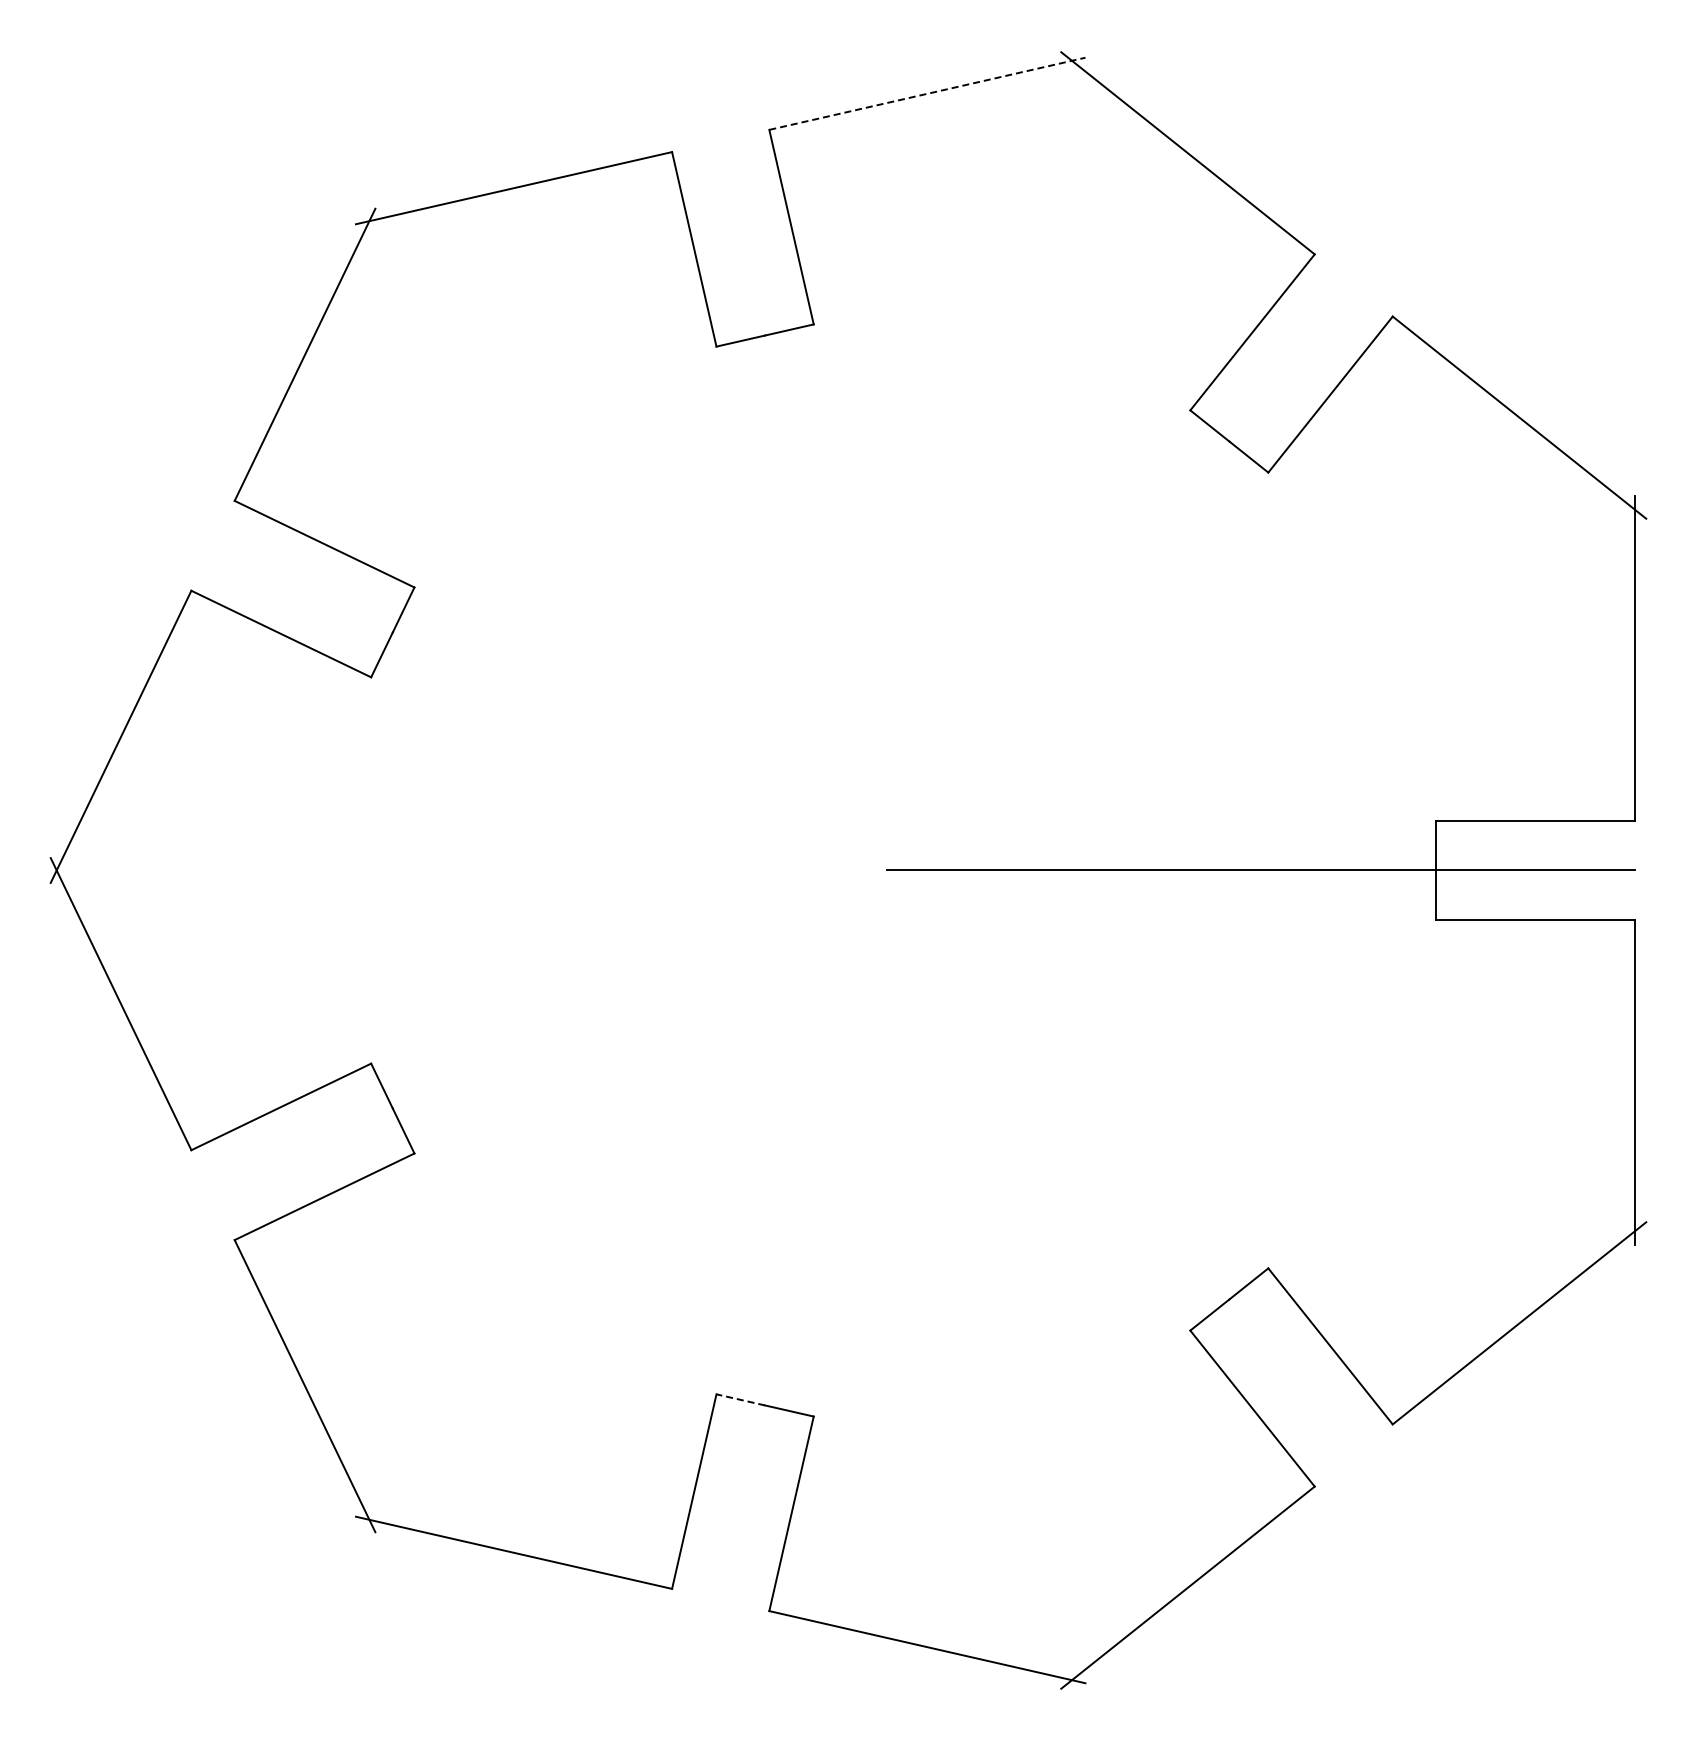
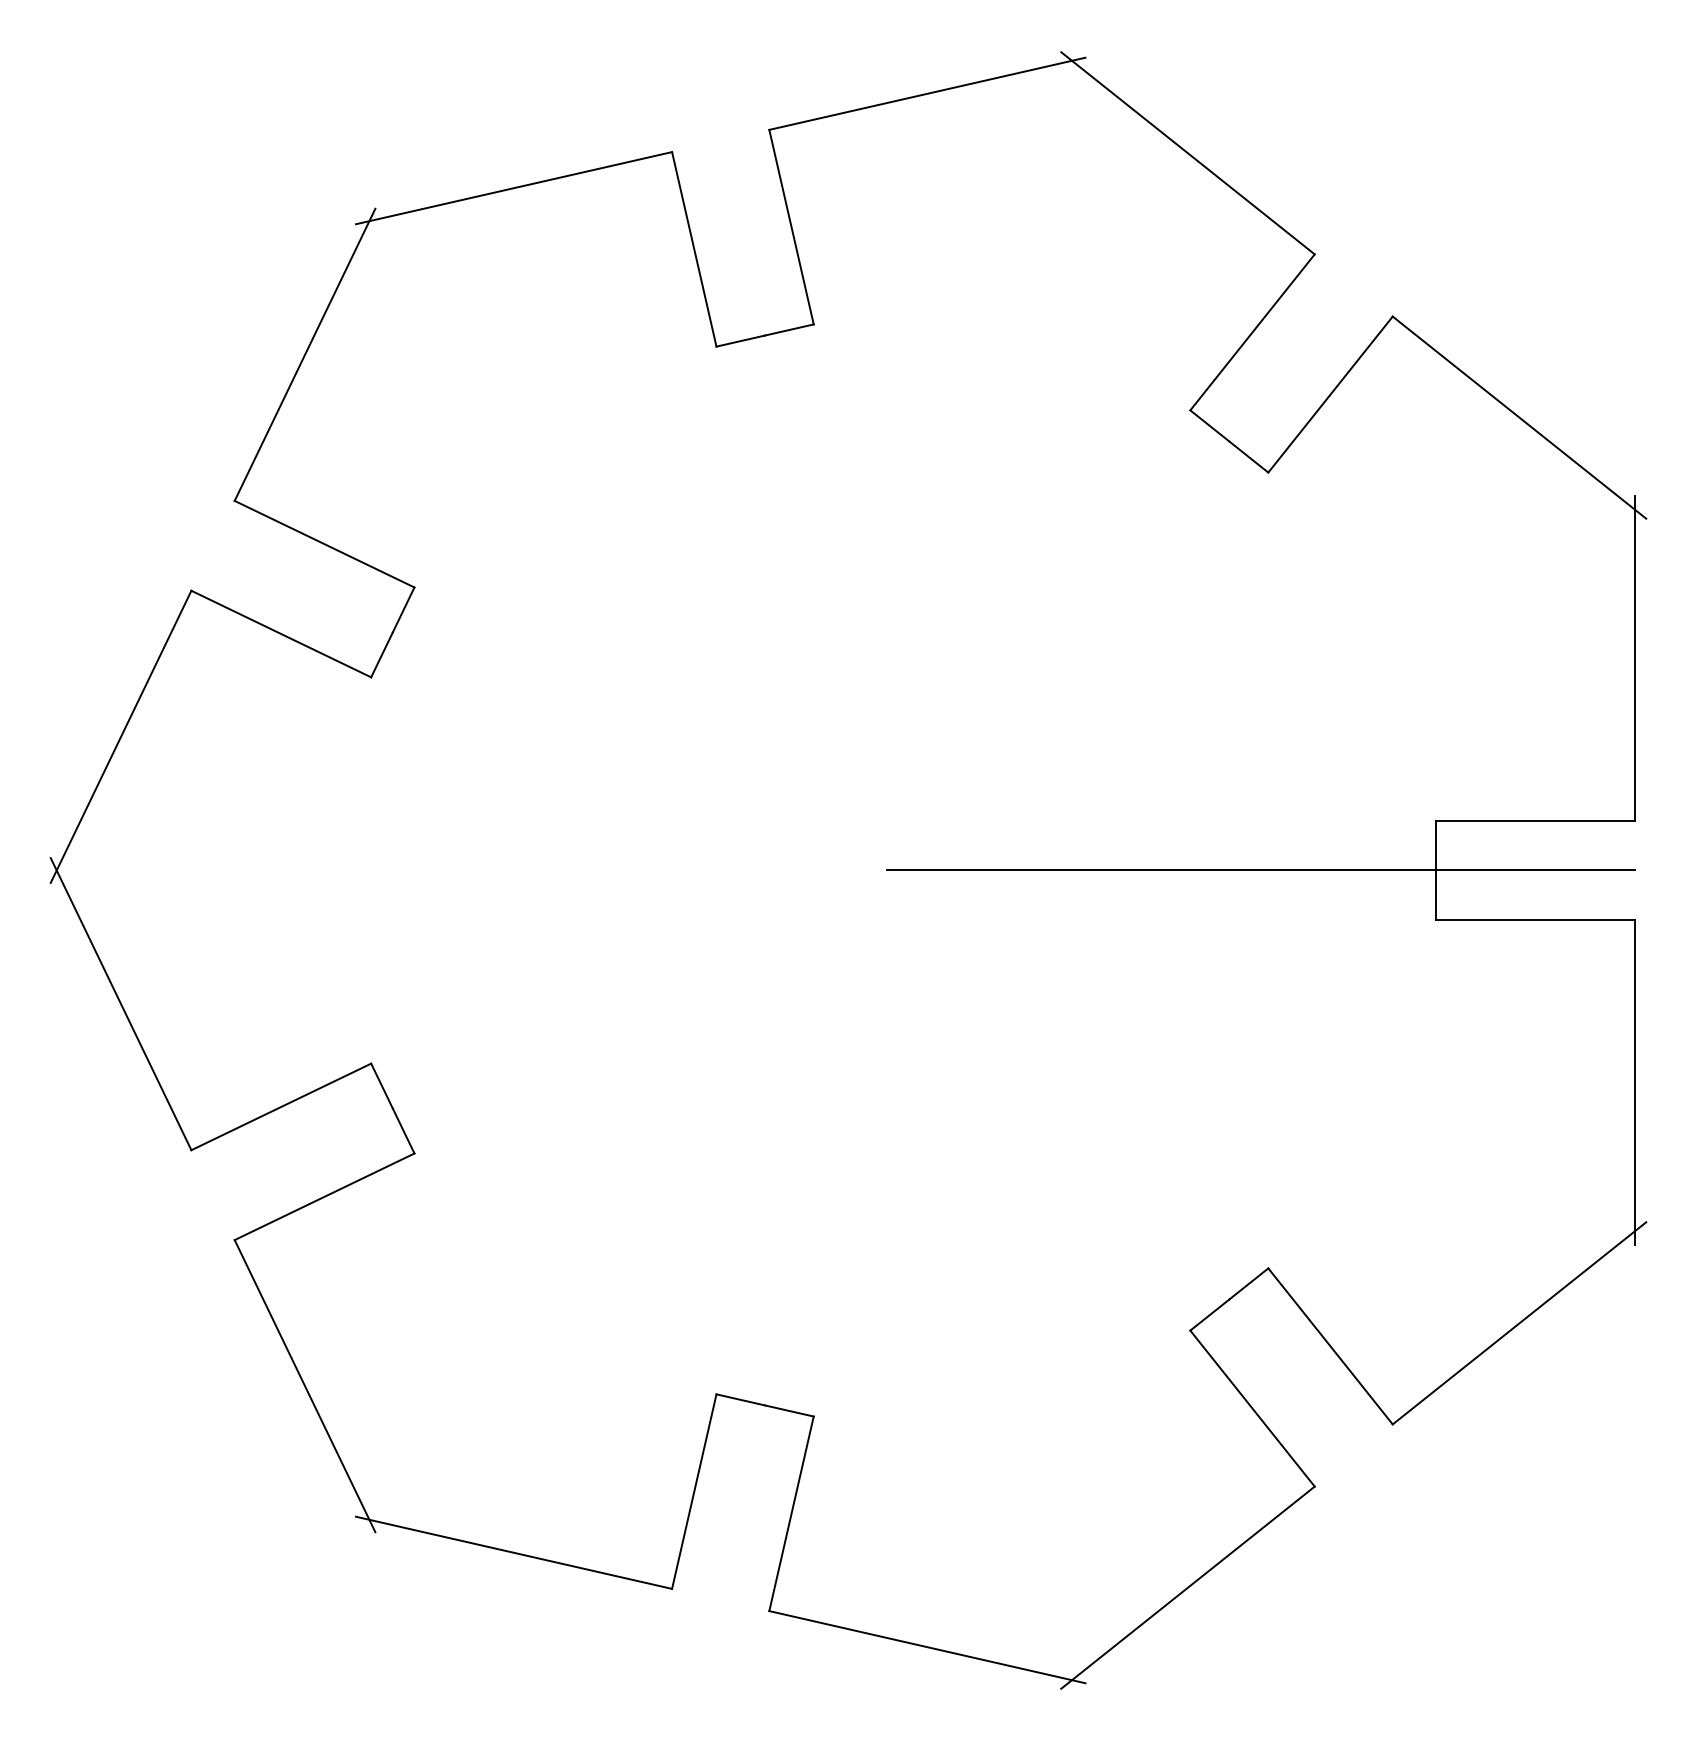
line at (927, 93): dashed -> solid
line at (740, 1399): dashed -> solid
